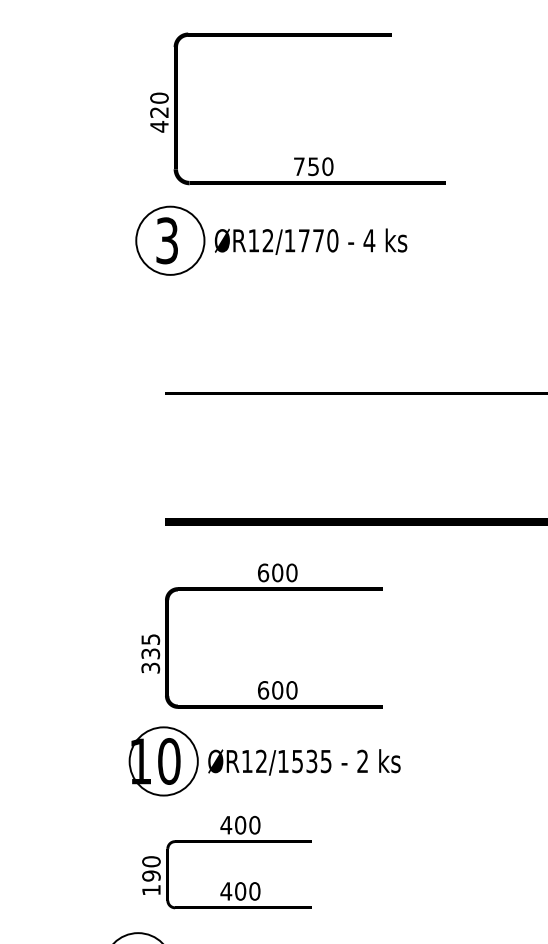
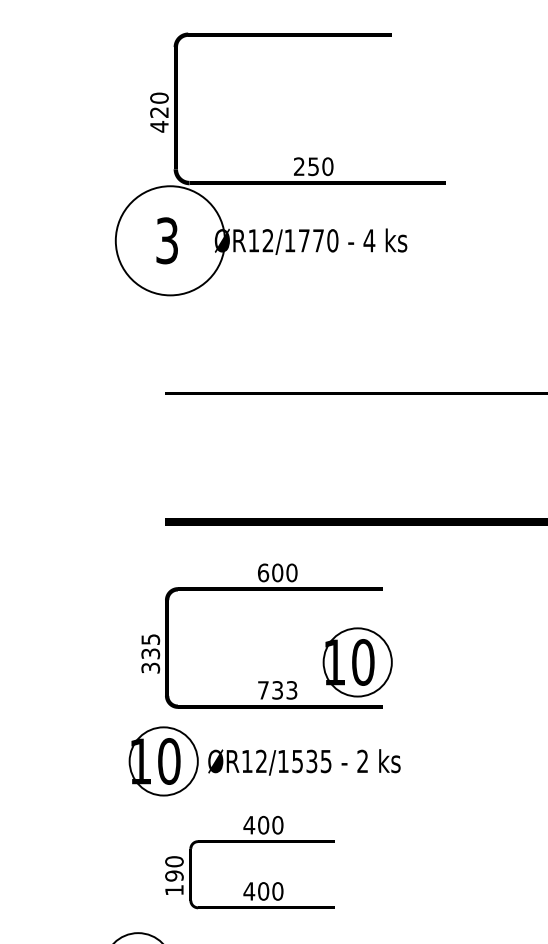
text at (299, 166): 750 -> 250
circle at (170, 240) diameter: 68 px -> 109 px
part at (357, 662): none -> present
text at (277, 690): 600 -> 733
text at (226, 862) position: (226, 862) -> (249, 862)
